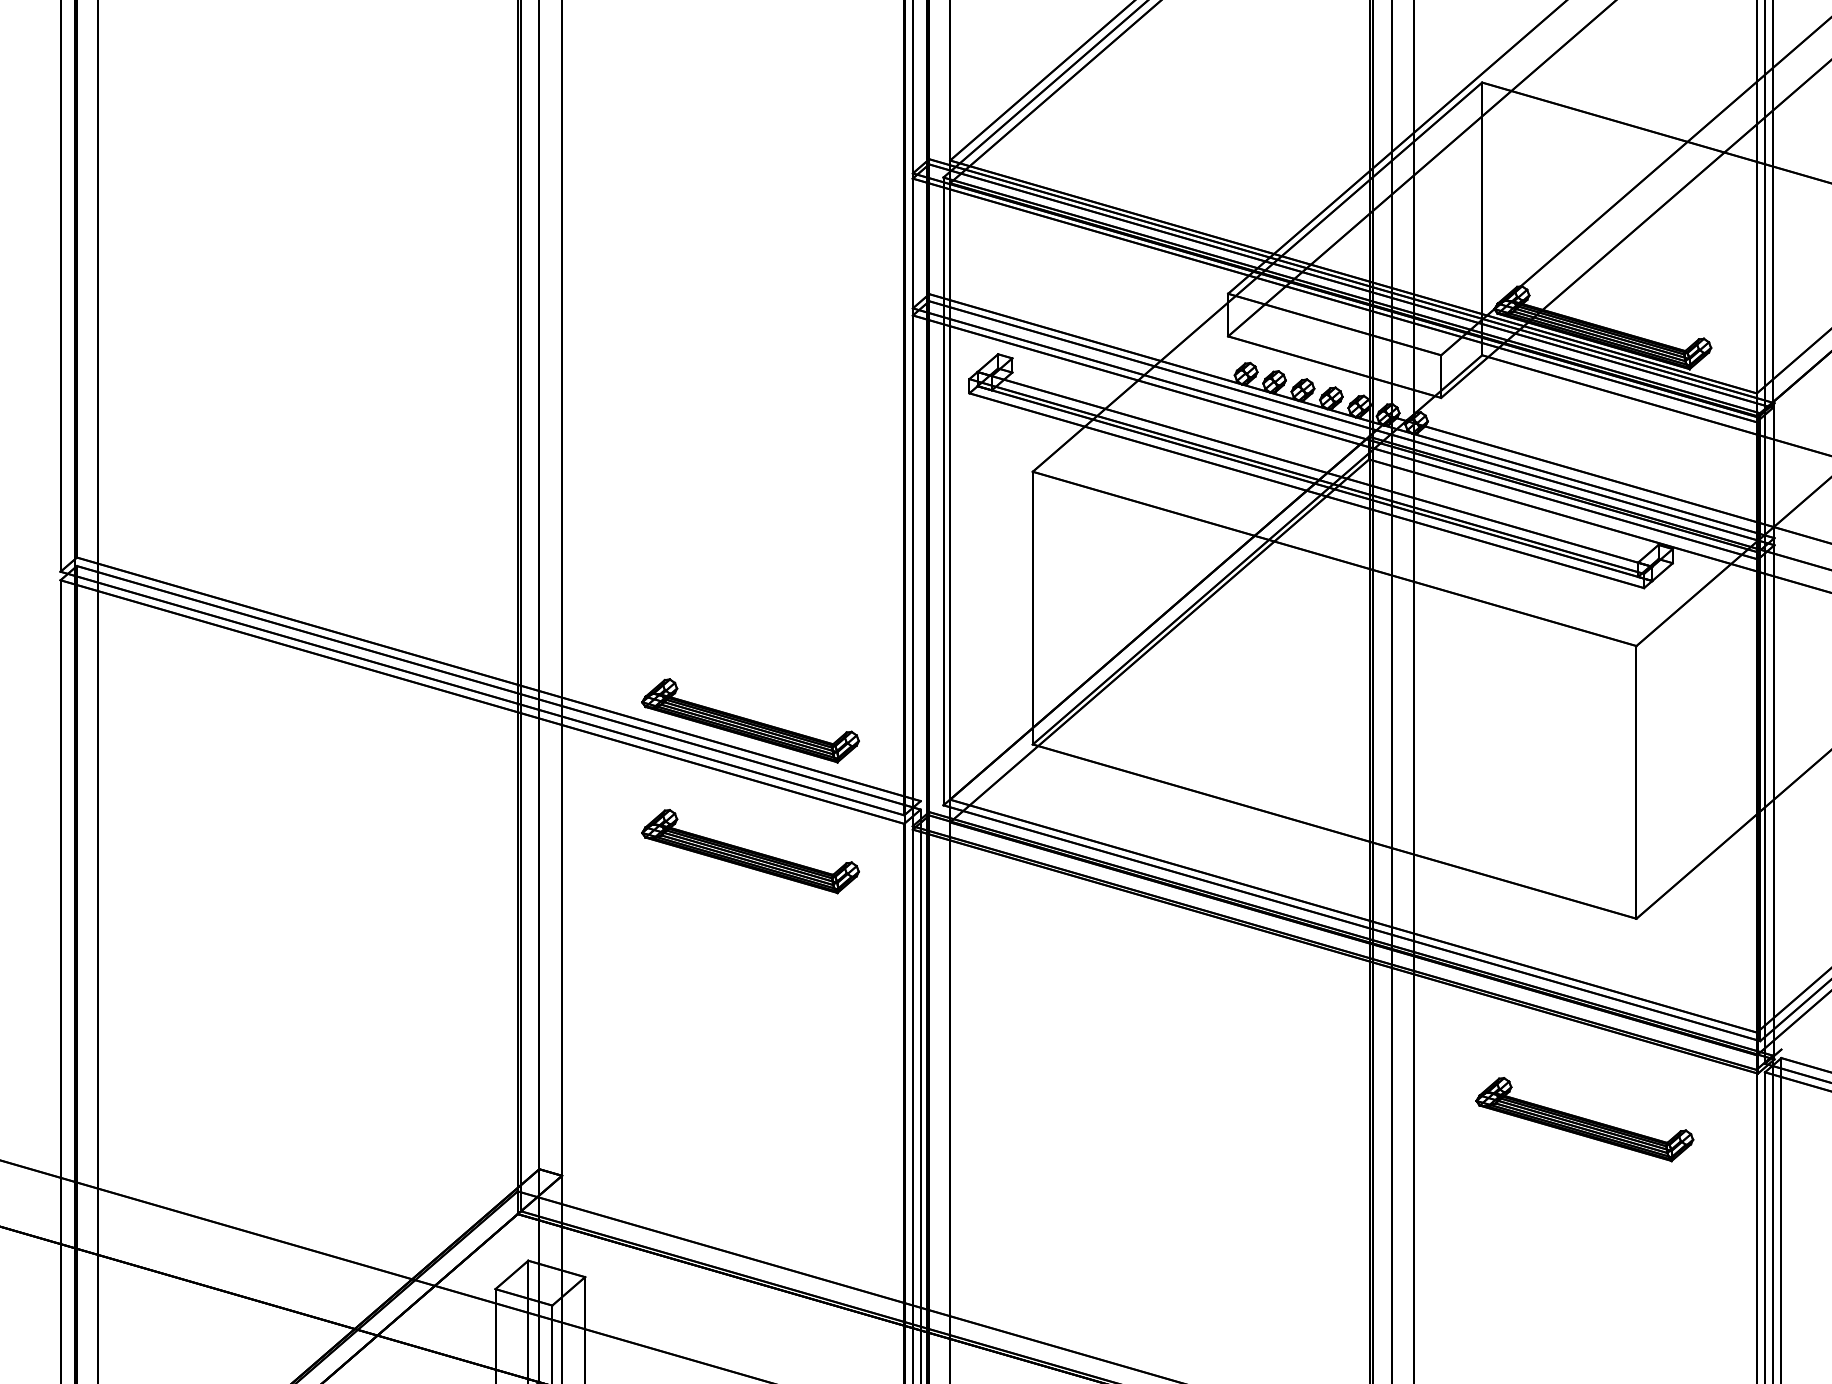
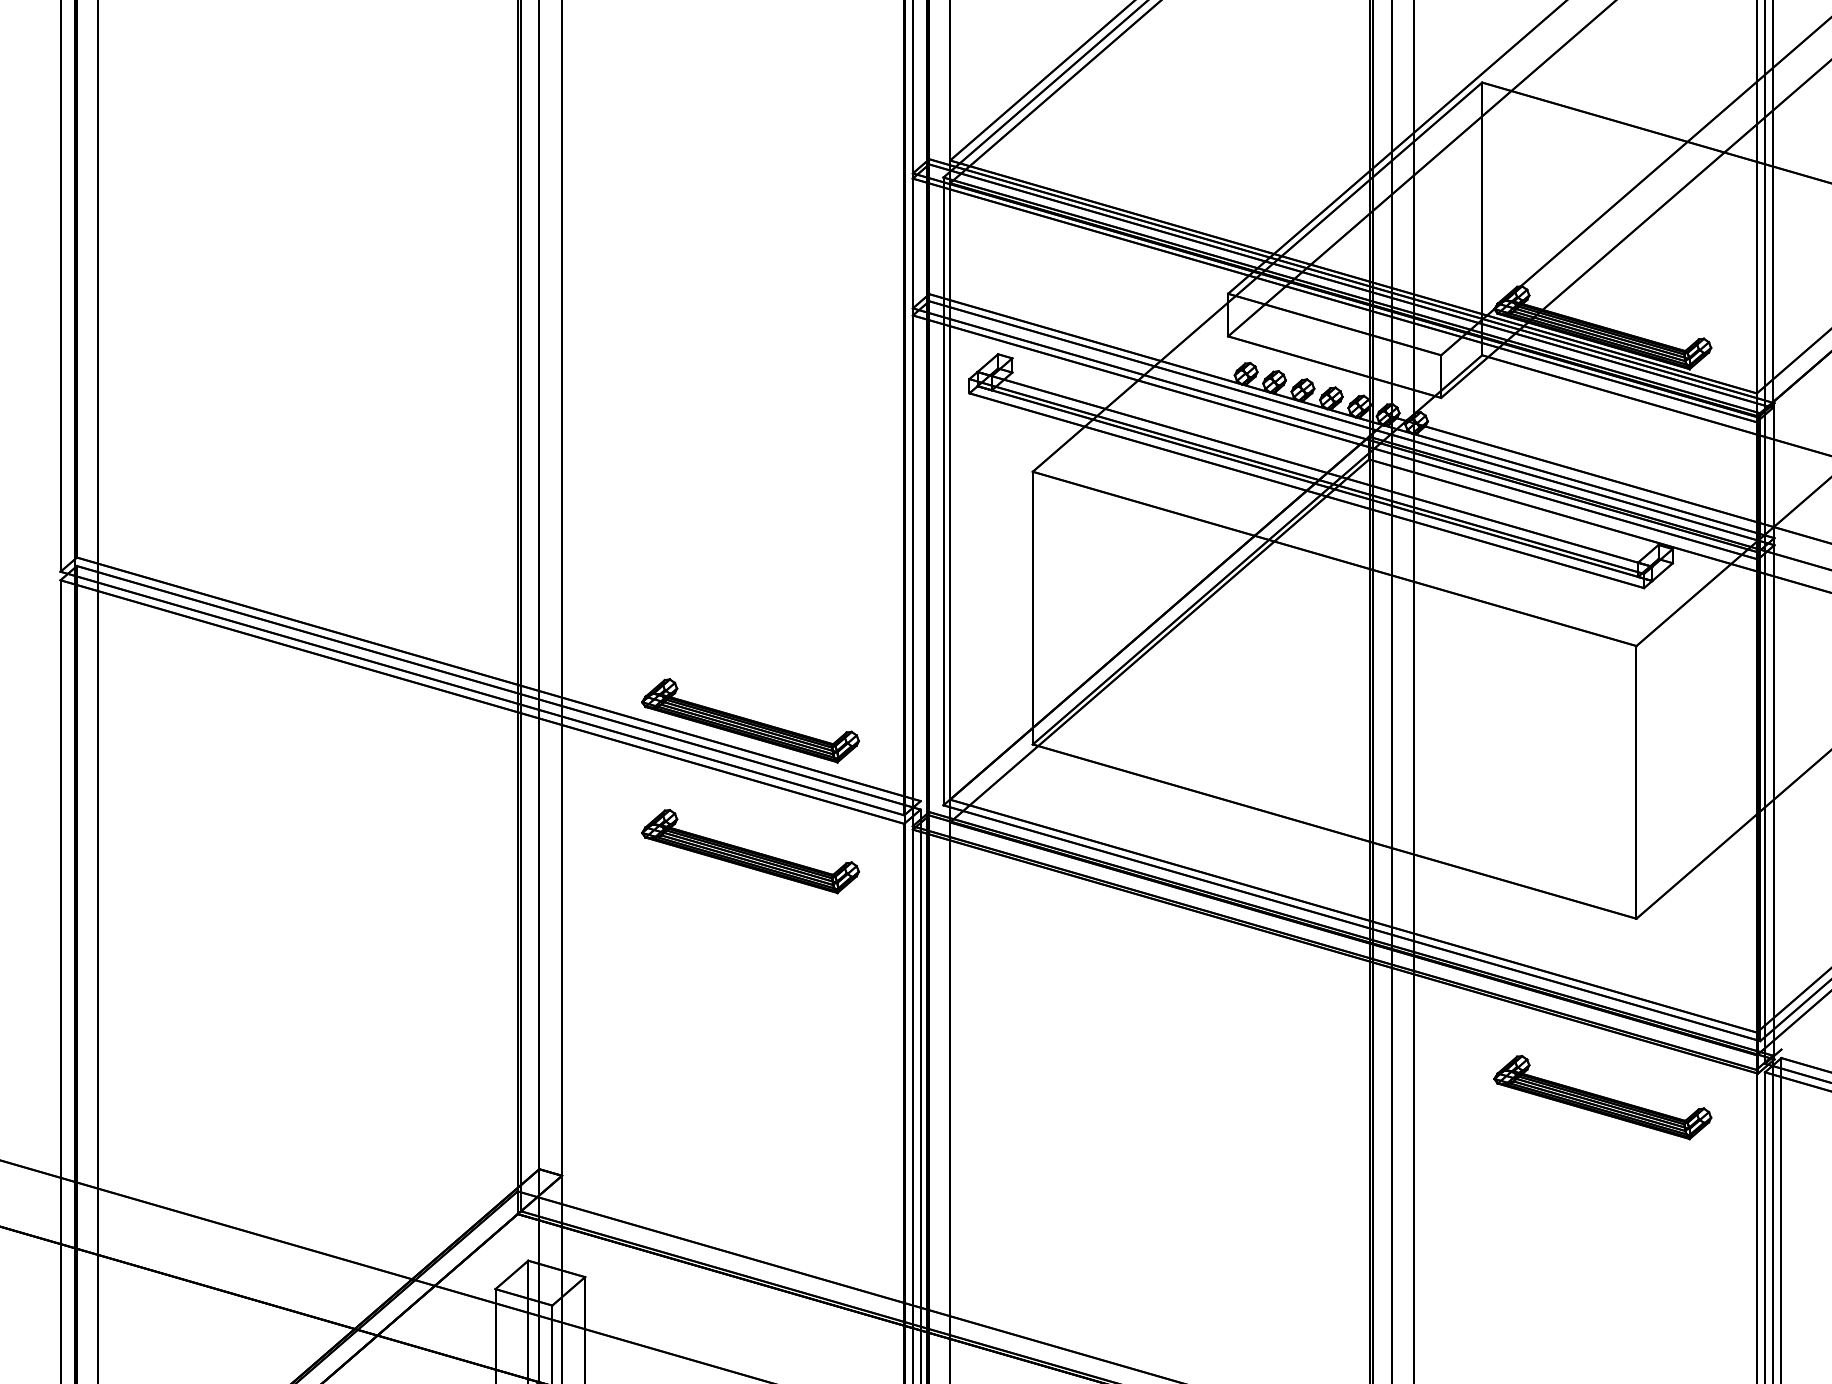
part at (1584, 1119) position: (1584, 1119) -> (1602, 1097)
